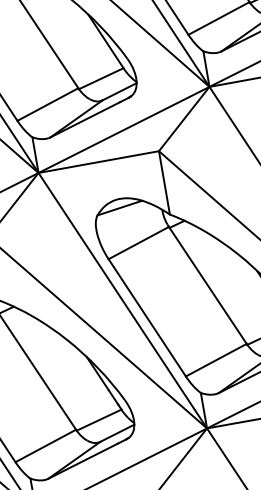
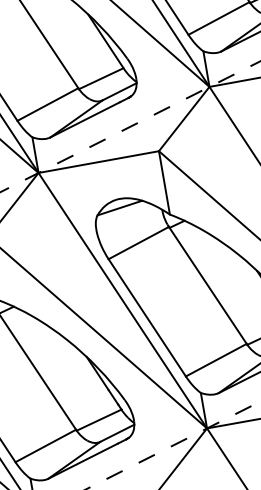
line at (129, 126): solid -> dashed
line at (172, 445): solid -> dashed
